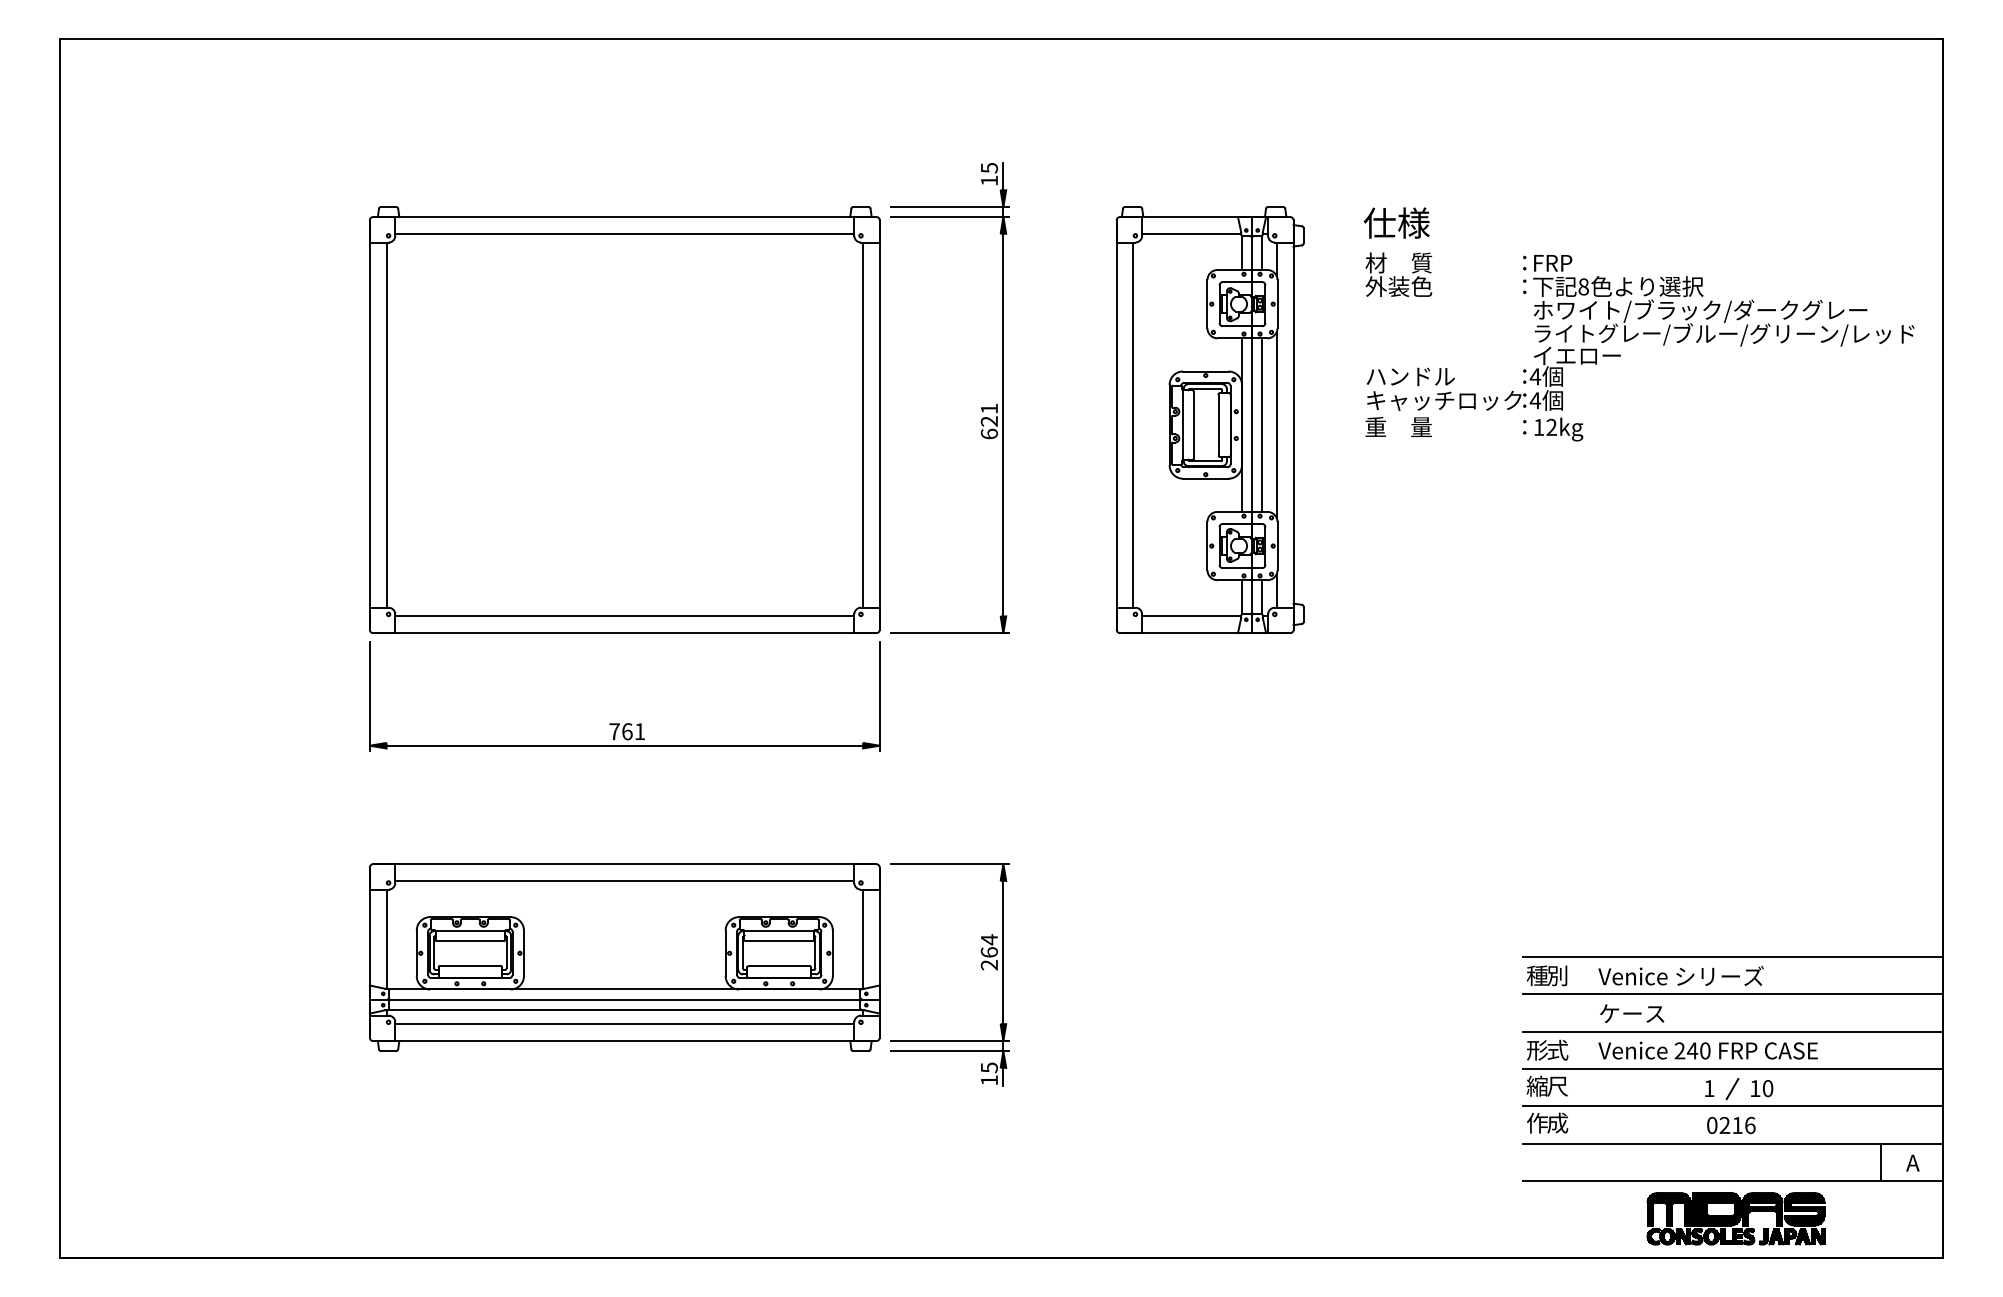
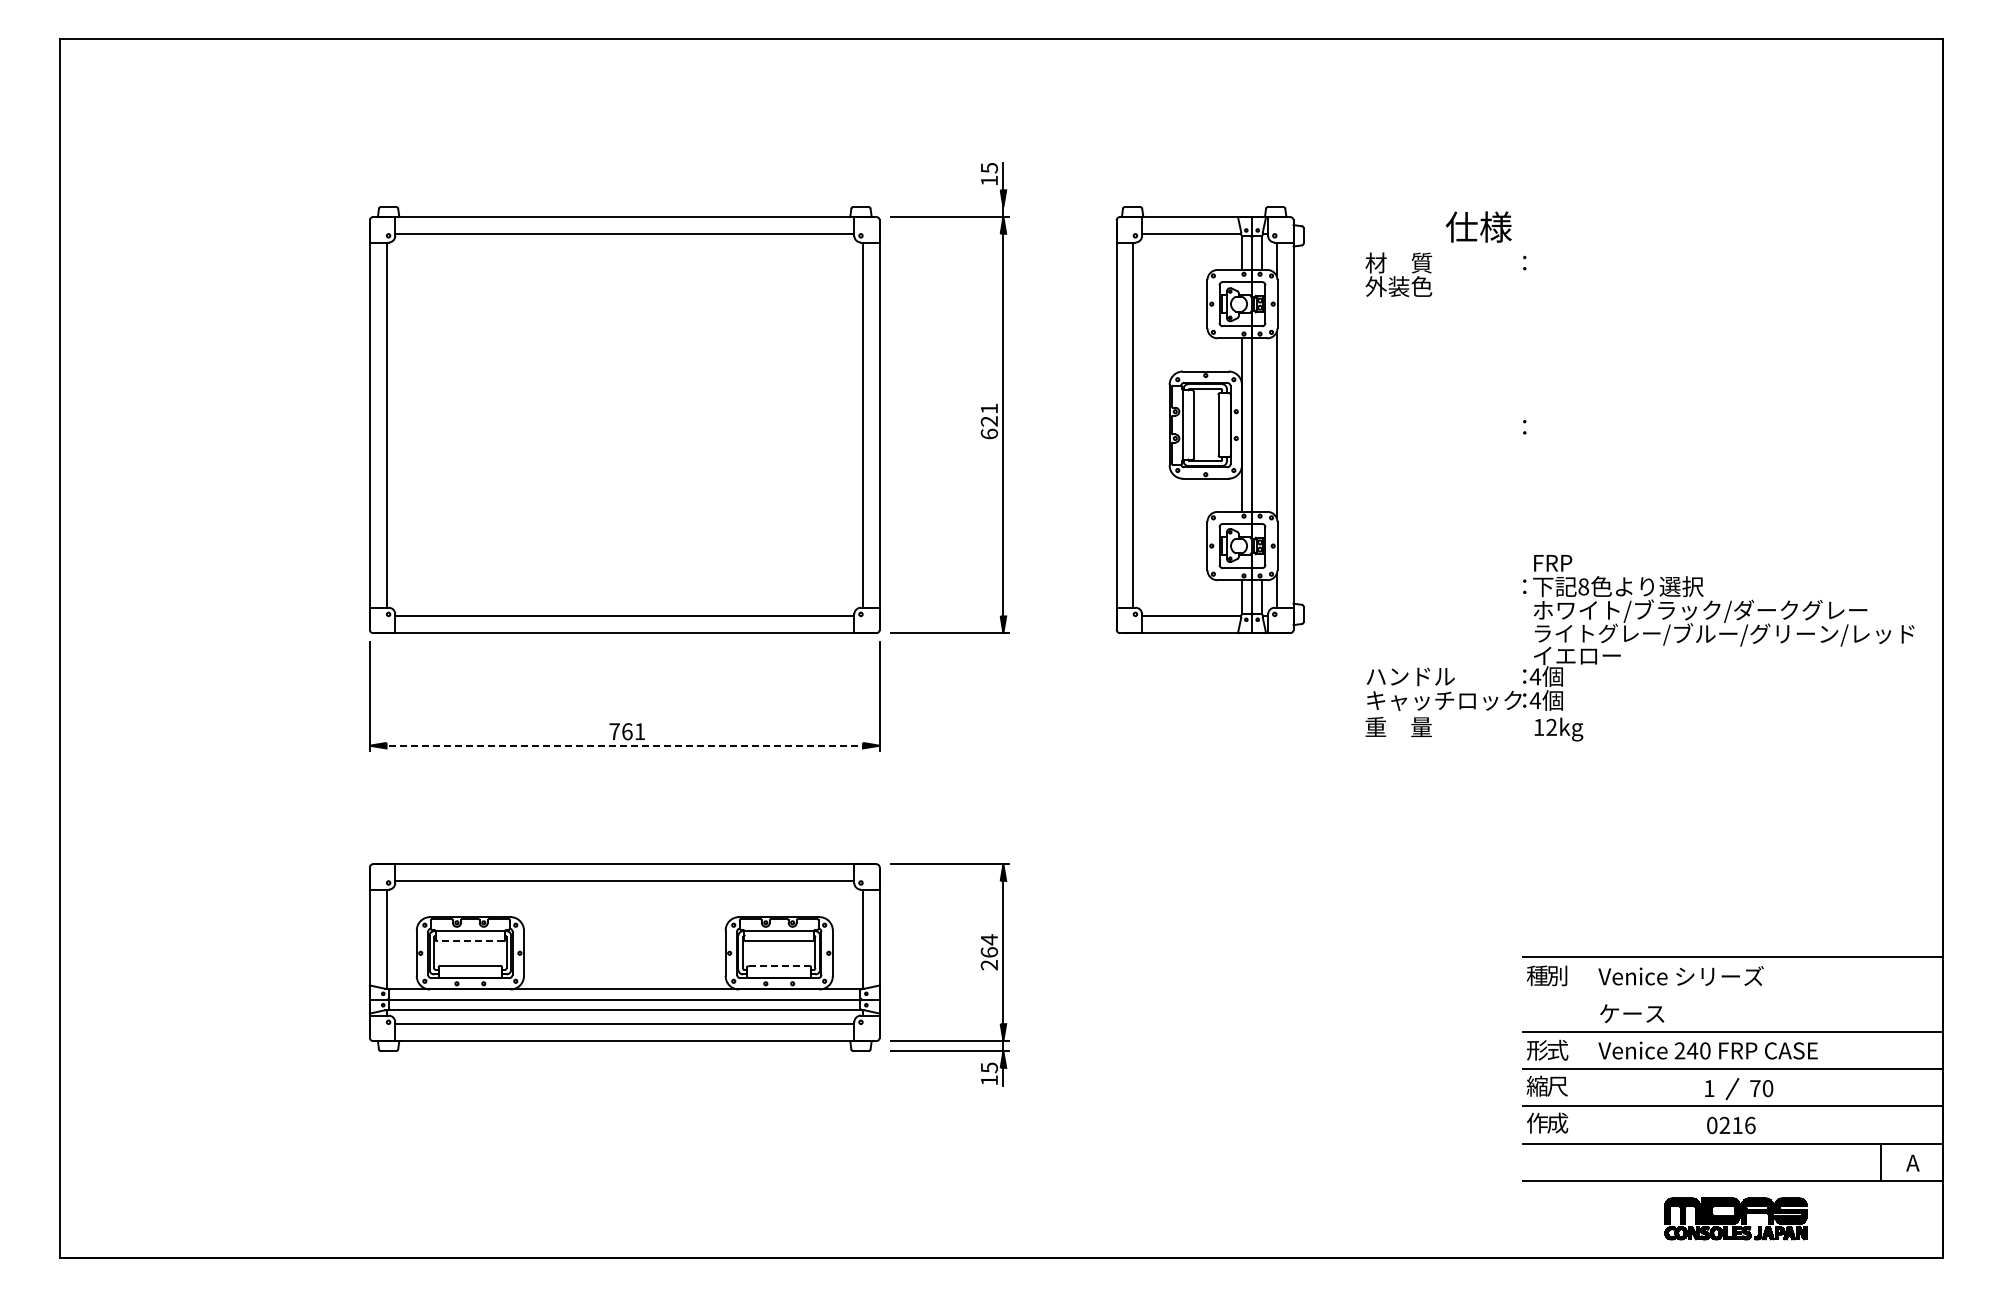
line at (949, 207): present -> none
text at (1396, 222) position: (1396, 222) -> (1478, 226)
text at (1639, 348) position: (1639, 348) -> (1639, 648)
line at (1262, 424): present -> none
line at (624, 745): solid -> dashed
line at (470, 941): solid -> dashed
line at (779, 966): solid -> dashed
line at (1732, 994): present -> none
text at (1755, 1088): 10 -> 70
part at (1735, 1218) size: 180x54 px -> 144x44 px
